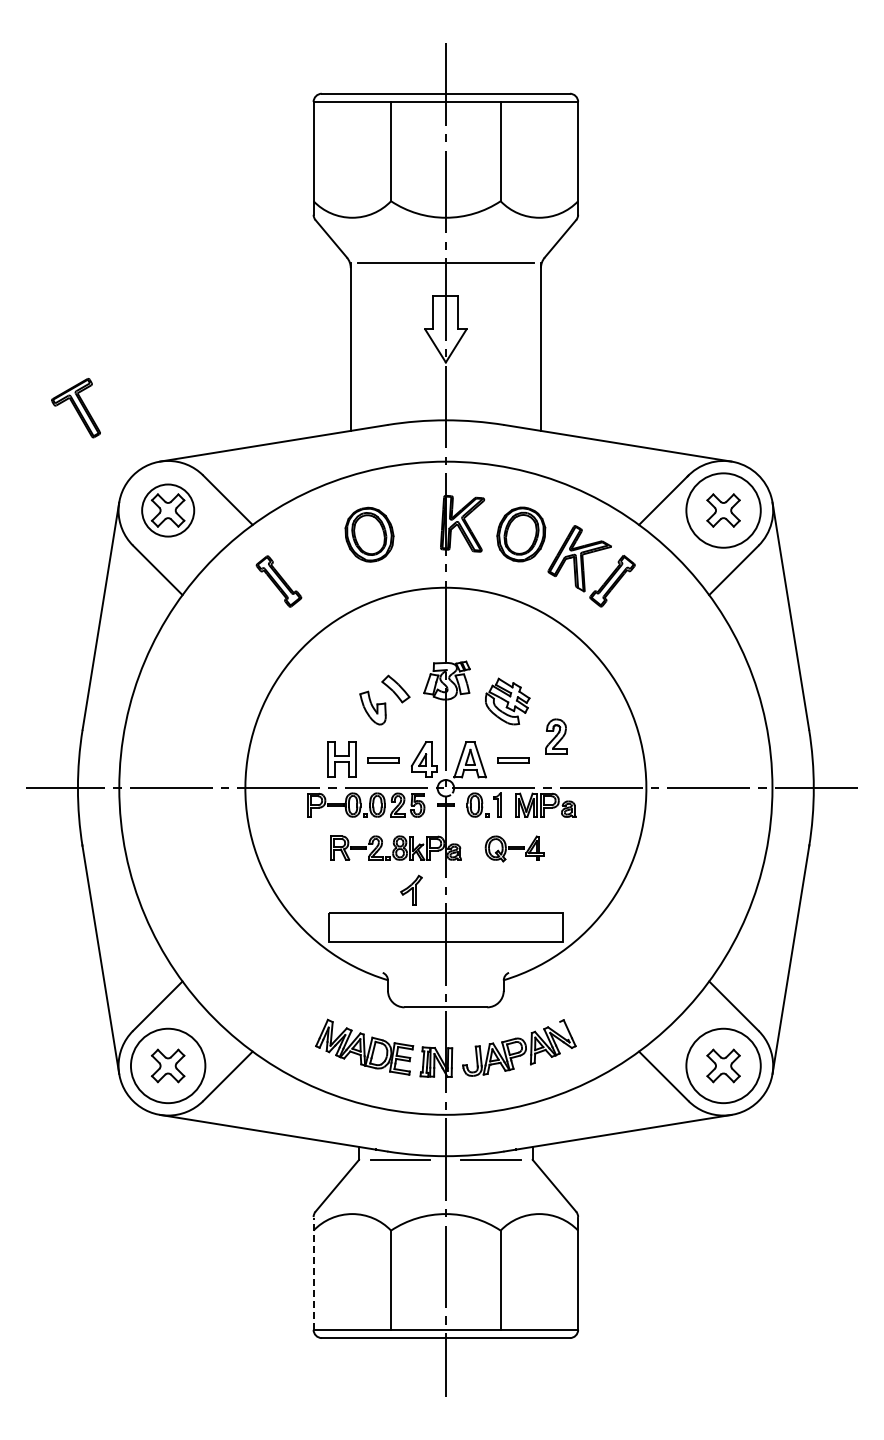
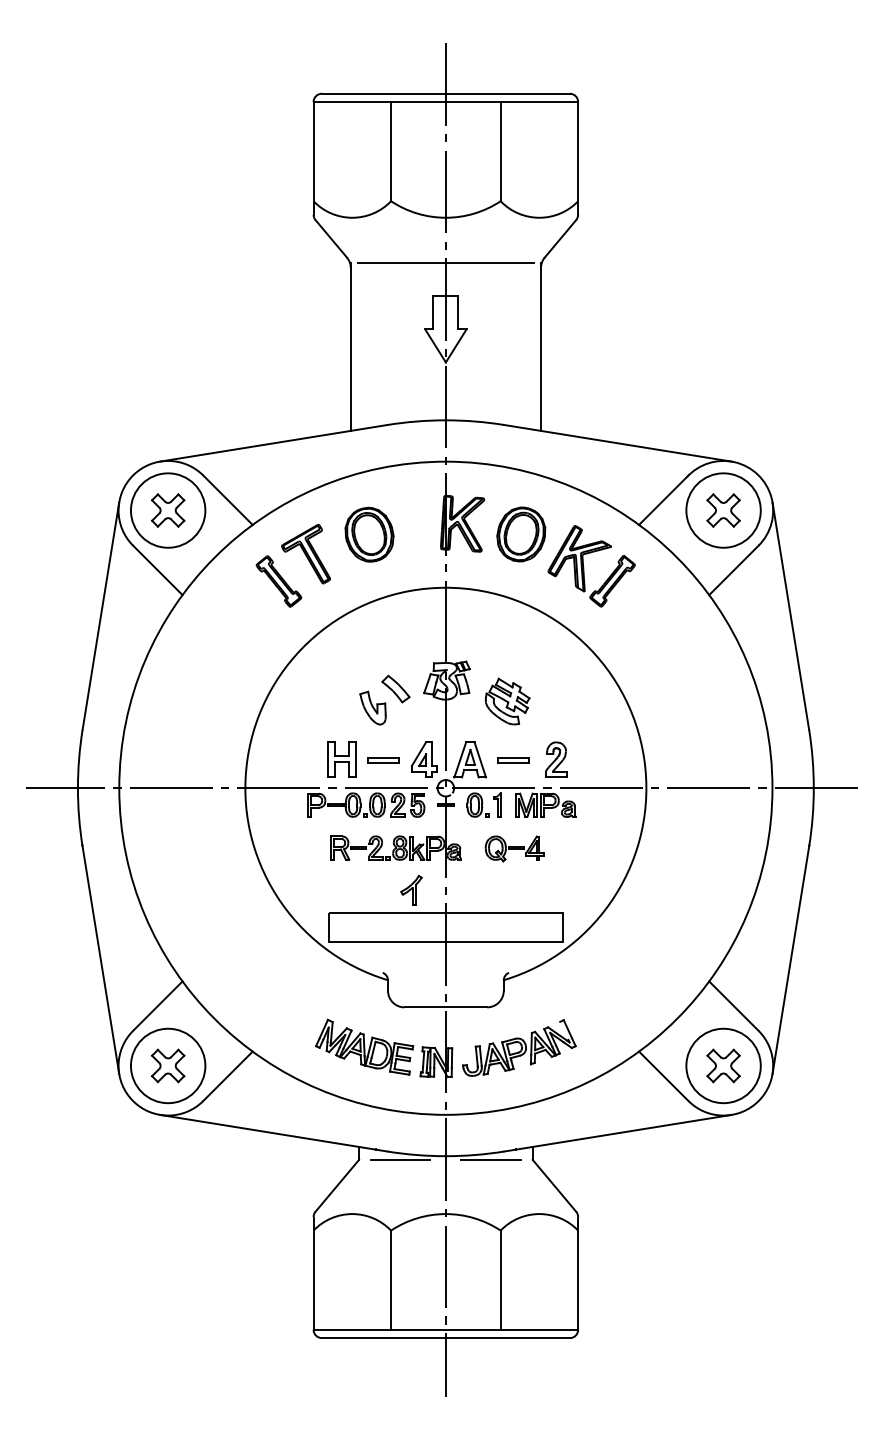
part at (75, 408) position: (75, 408) -> (305, 554)
circle at (168, 510) diameter: 52 px -> 74 px
part at (556, 736) position: (556, 736) -> (556, 759)
line at (313, 1273): dashed -> solid
